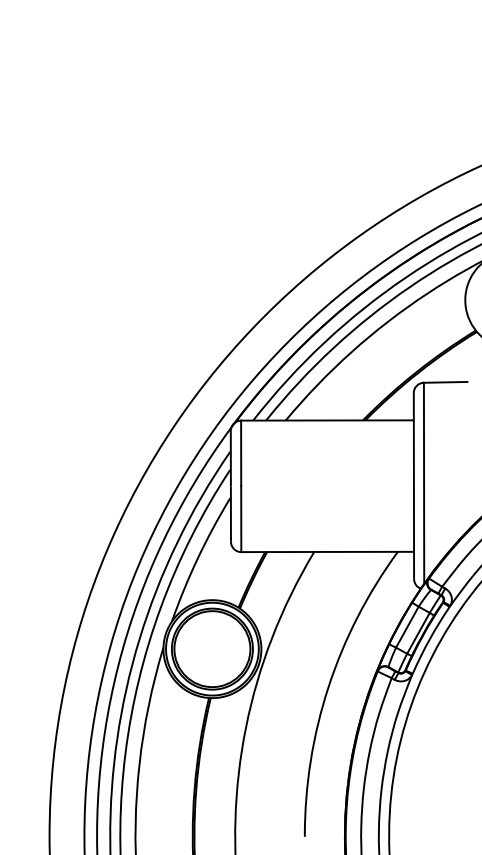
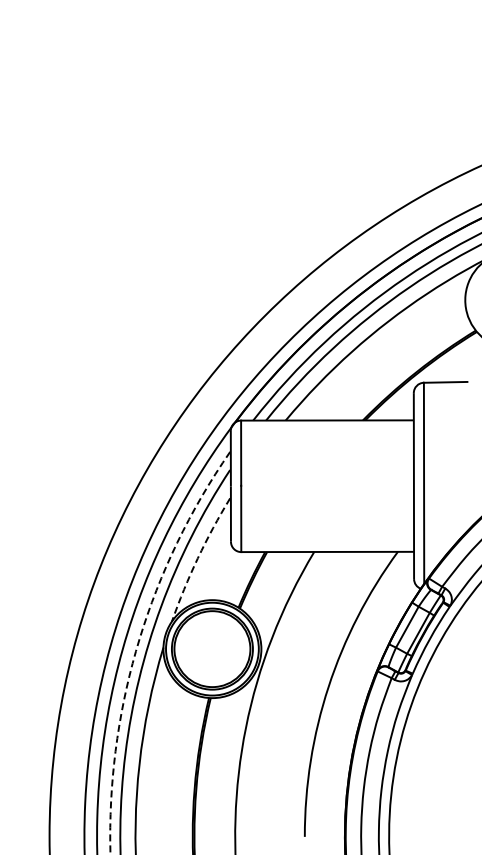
arc at (197, 558): solid -> dashed
arc at (138, 644): solid -> dashed
